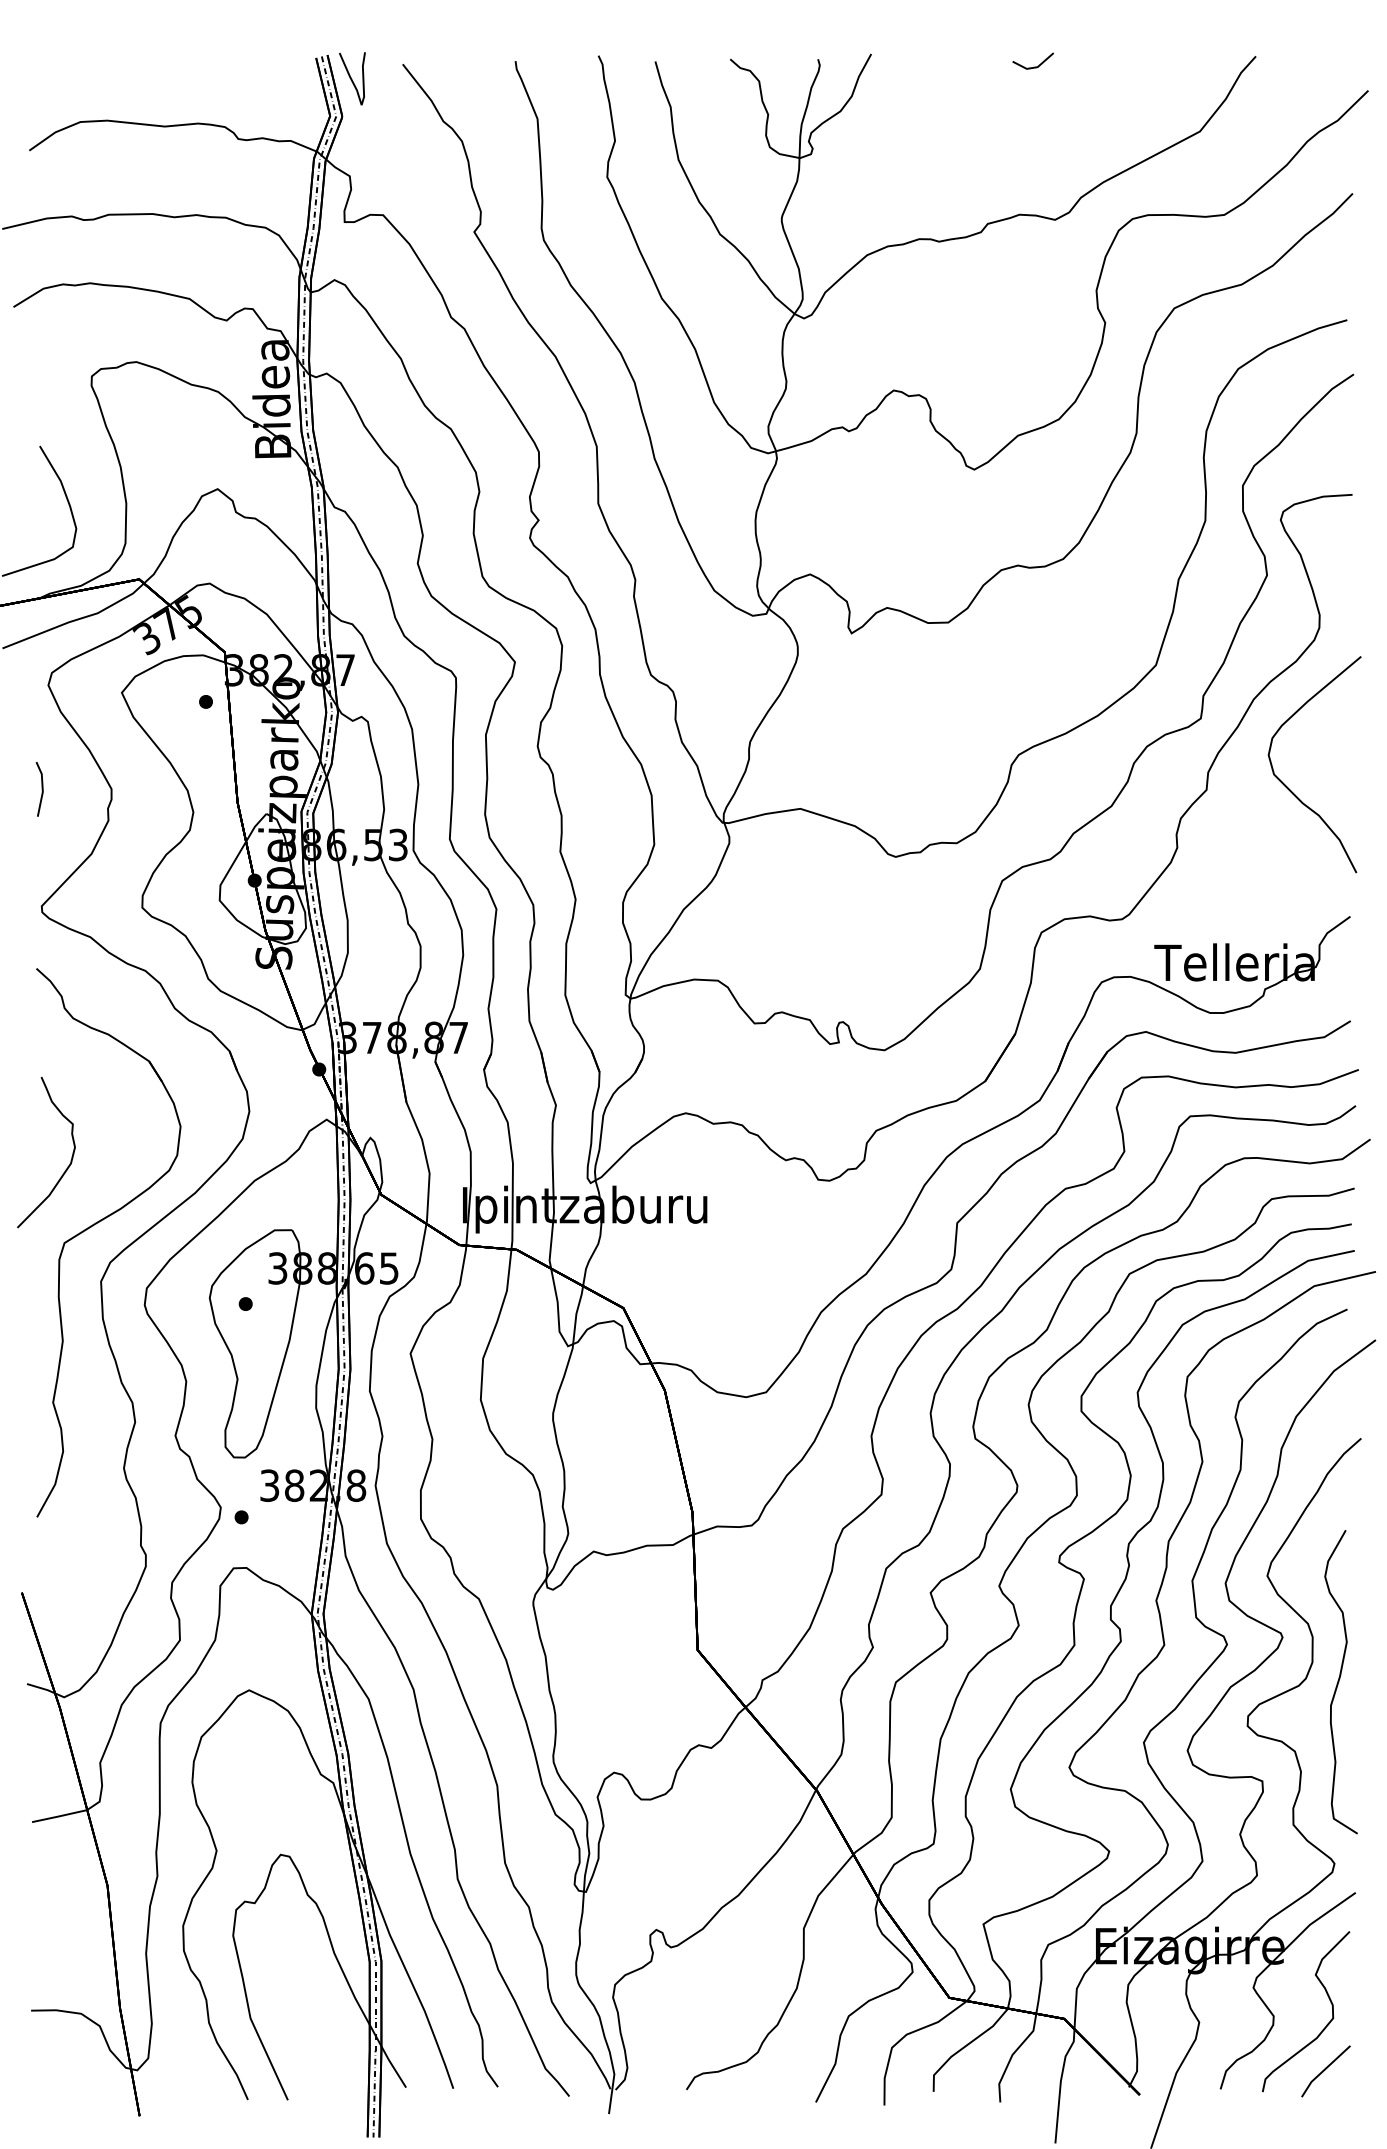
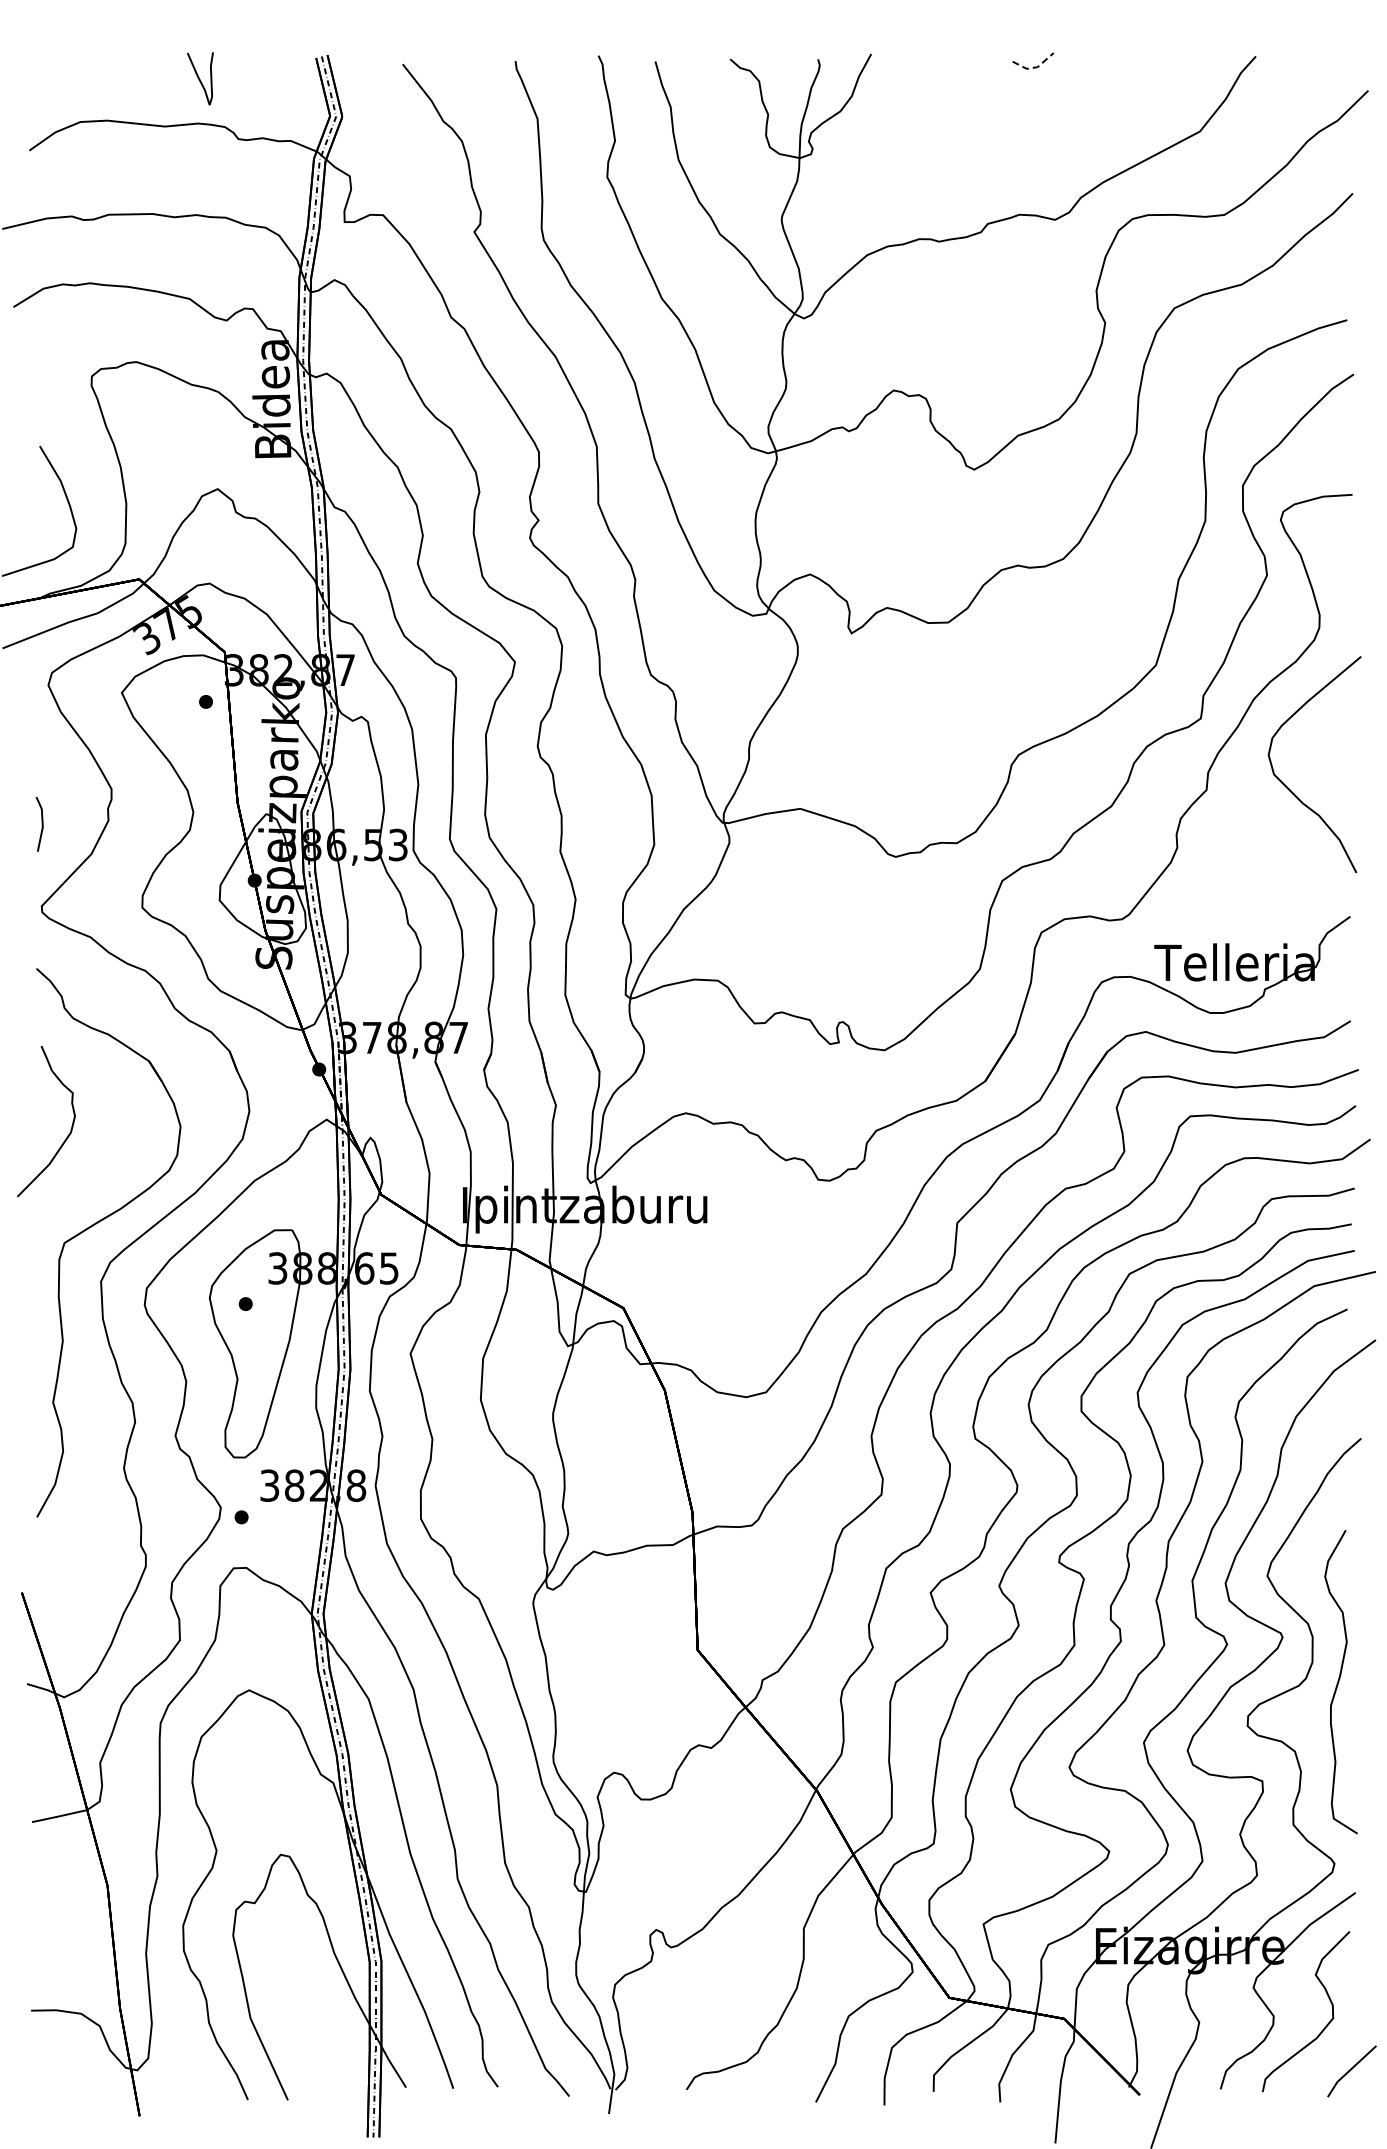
line at (1035, 67): solid -> dashed
curve at (351, 78) position: (351, 78) -> (199, 78)
line at (41, 789) position: (41, 789) -> (41, 824)
curve at (67, 1166) position: (67, 1166) -> (67, 1135)
line at (1325, 2070) position: (1325, 2070) -> (1351, 2070)
